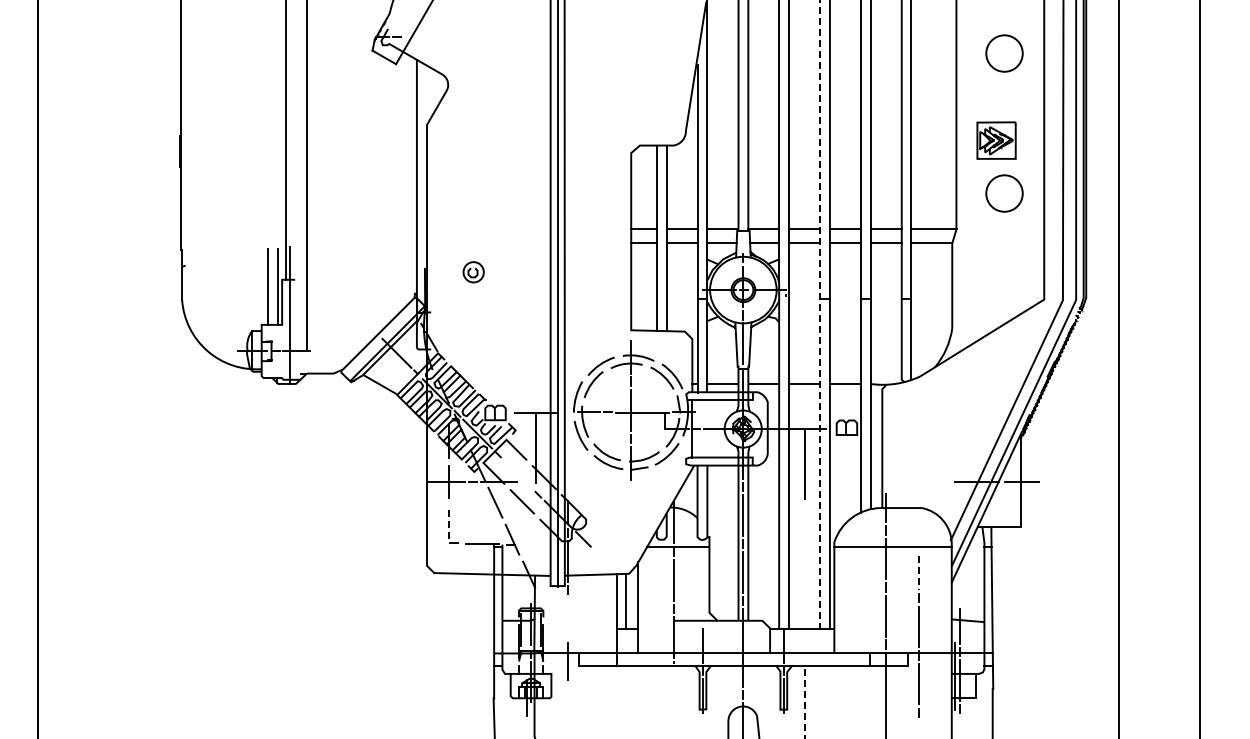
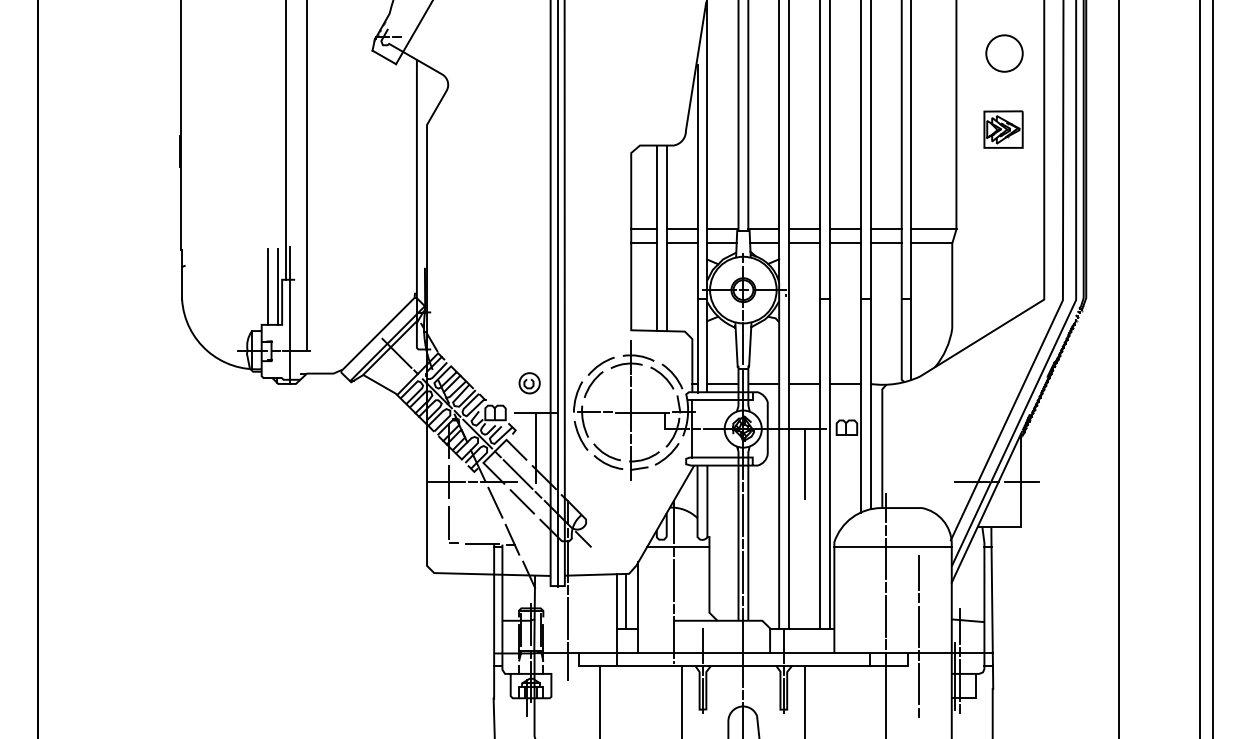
part at (996, 140) position: (996, 140) -> (1003, 129)
circle at (1004, 193): present -> none
part at (473, 272) position: (473, 272) -> (529, 383)
line at (820, 314): dashed -> solid
line at (1212, 368): none -> present
line at (517, 474): none -> present
line at (449, 522): dashed -> solid
line at (918, 573): dashed -> solid
line at (567, 618): none -> present
line at (600, 700): none -> present
line at (681, 700): none -> present
line at (804, 701): dashed -> solid
